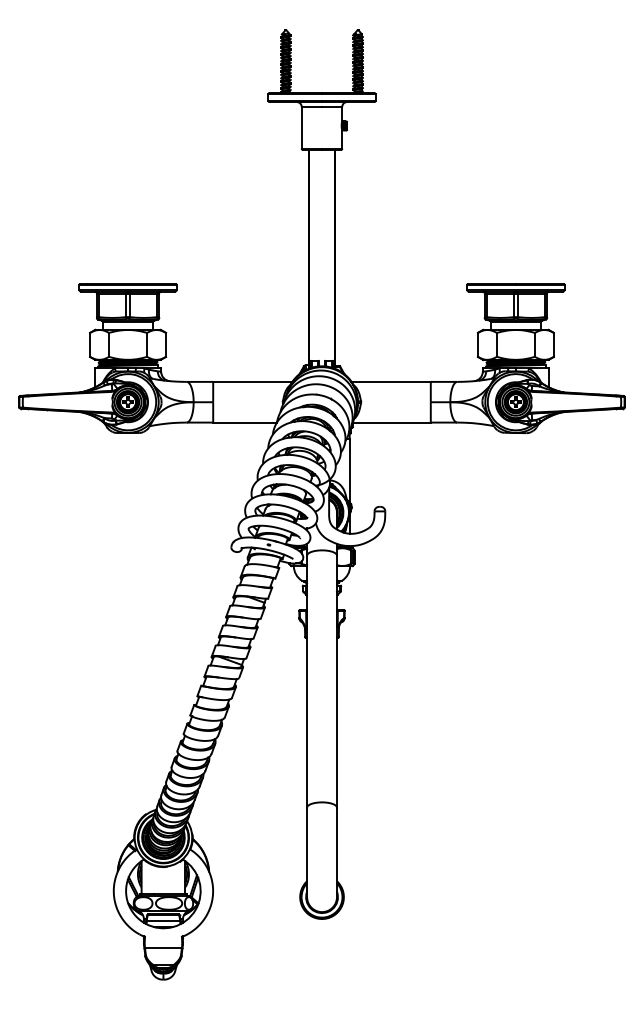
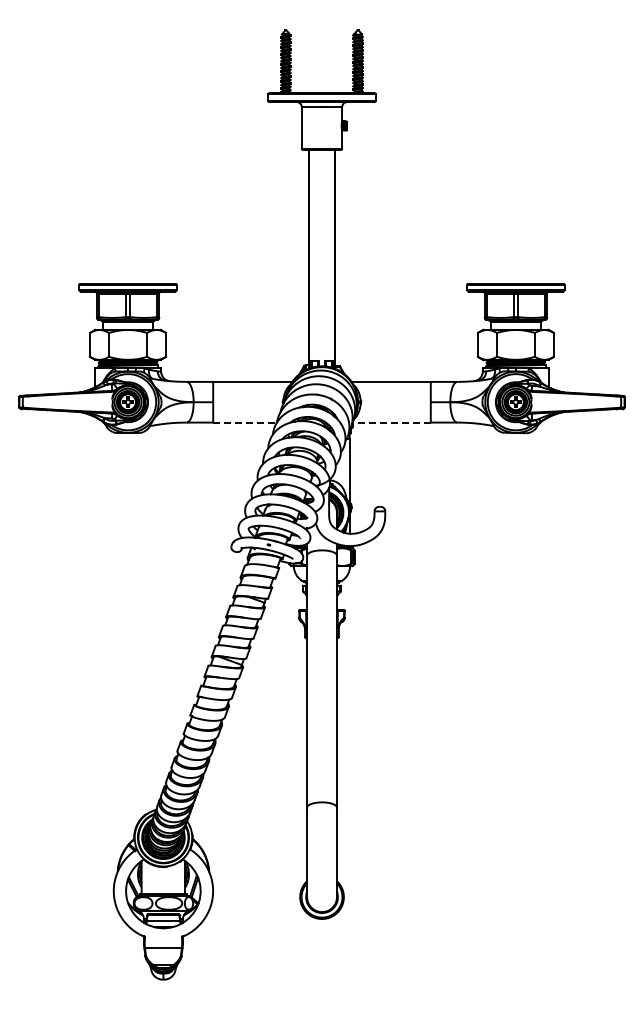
line at (245, 422): solid -> dashed
line at (392, 422): solid -> dashed
